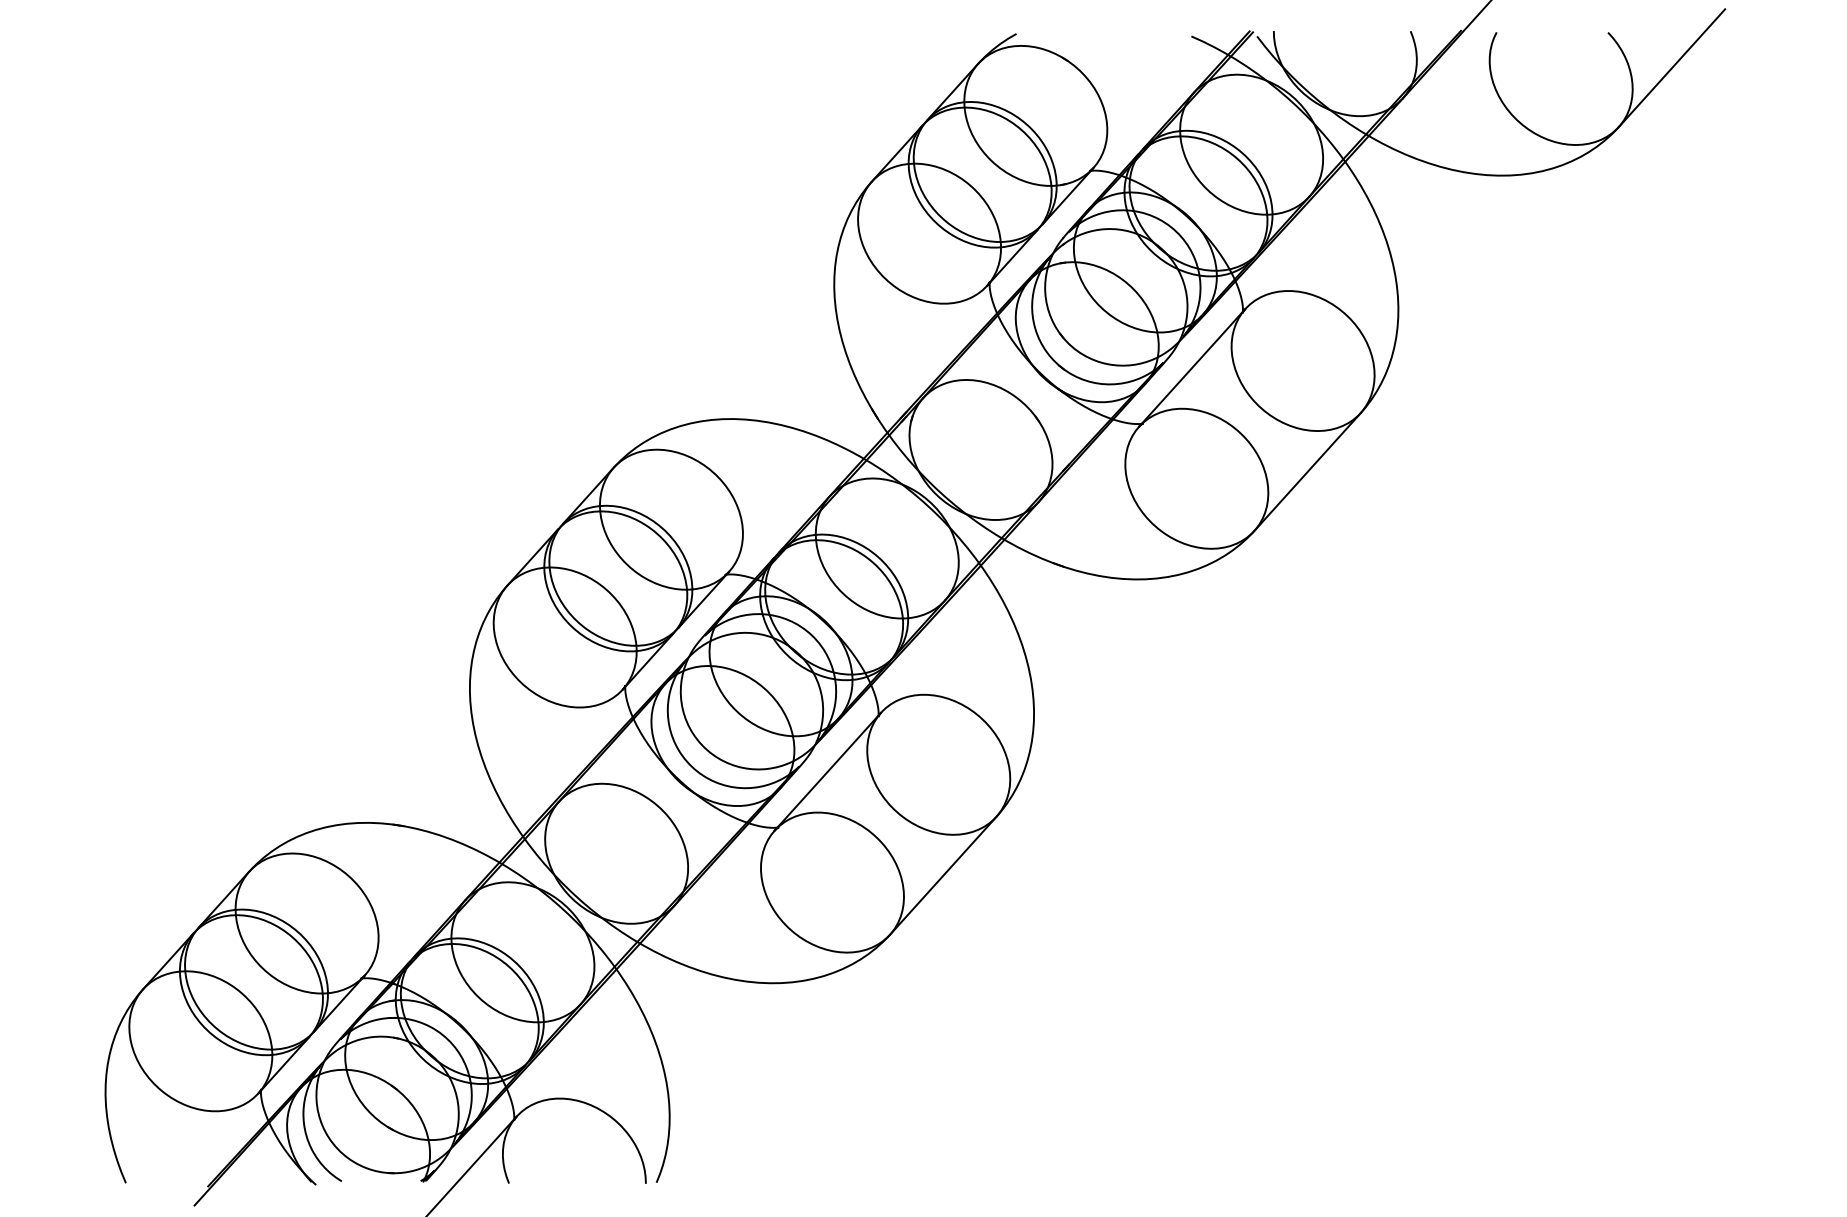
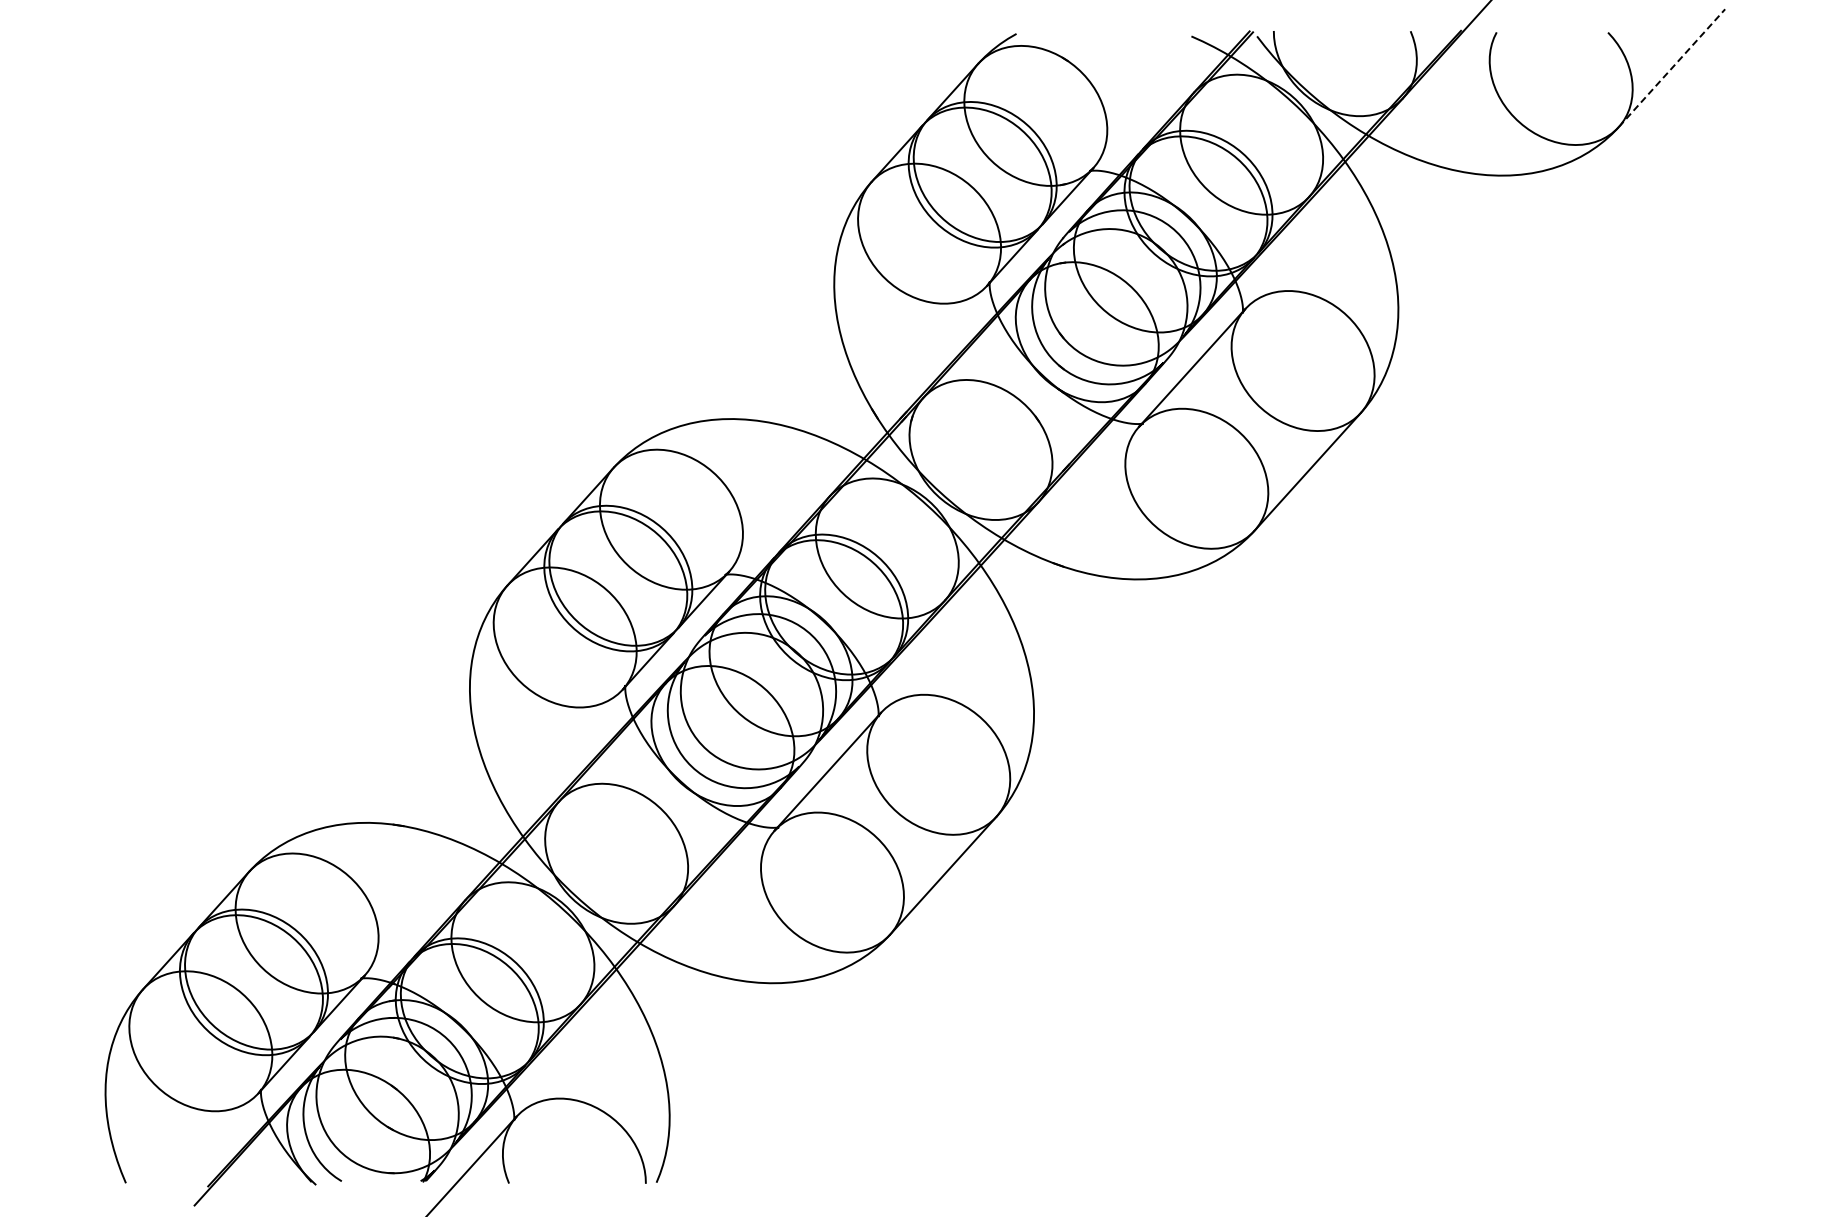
line at (1672, 67): solid -> dashed
